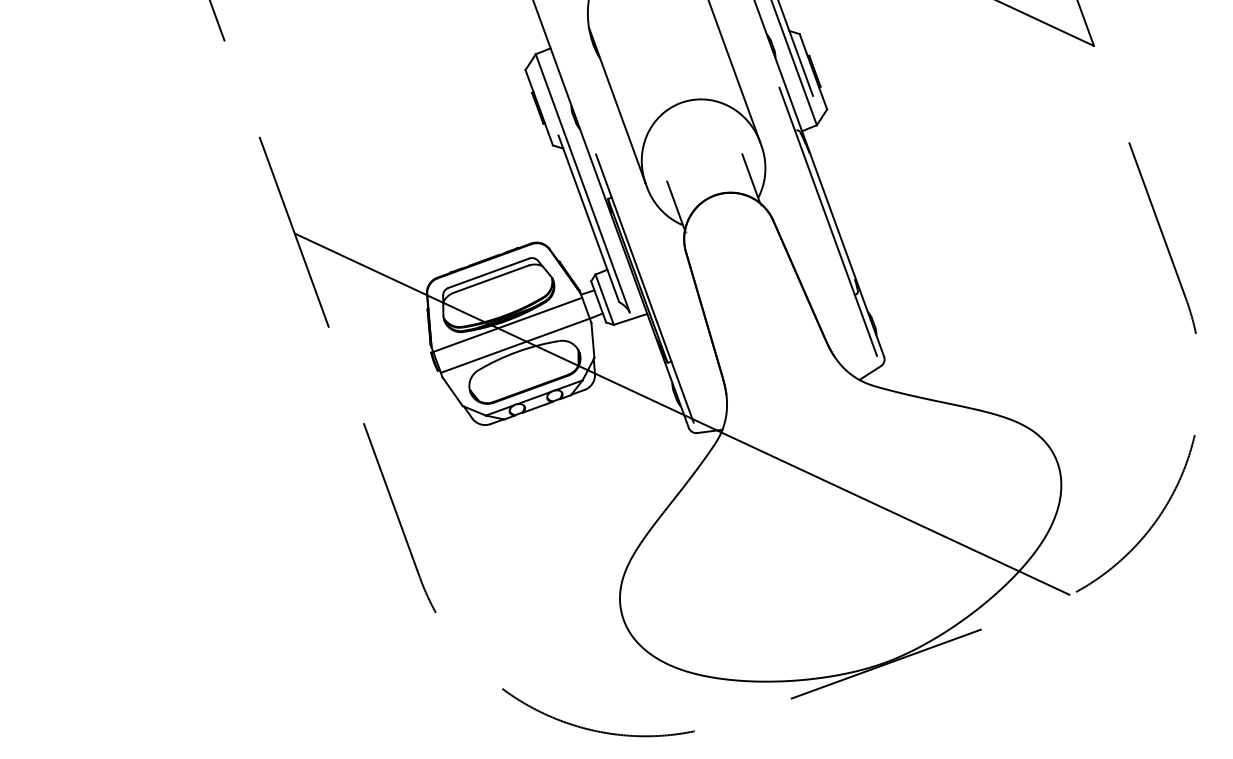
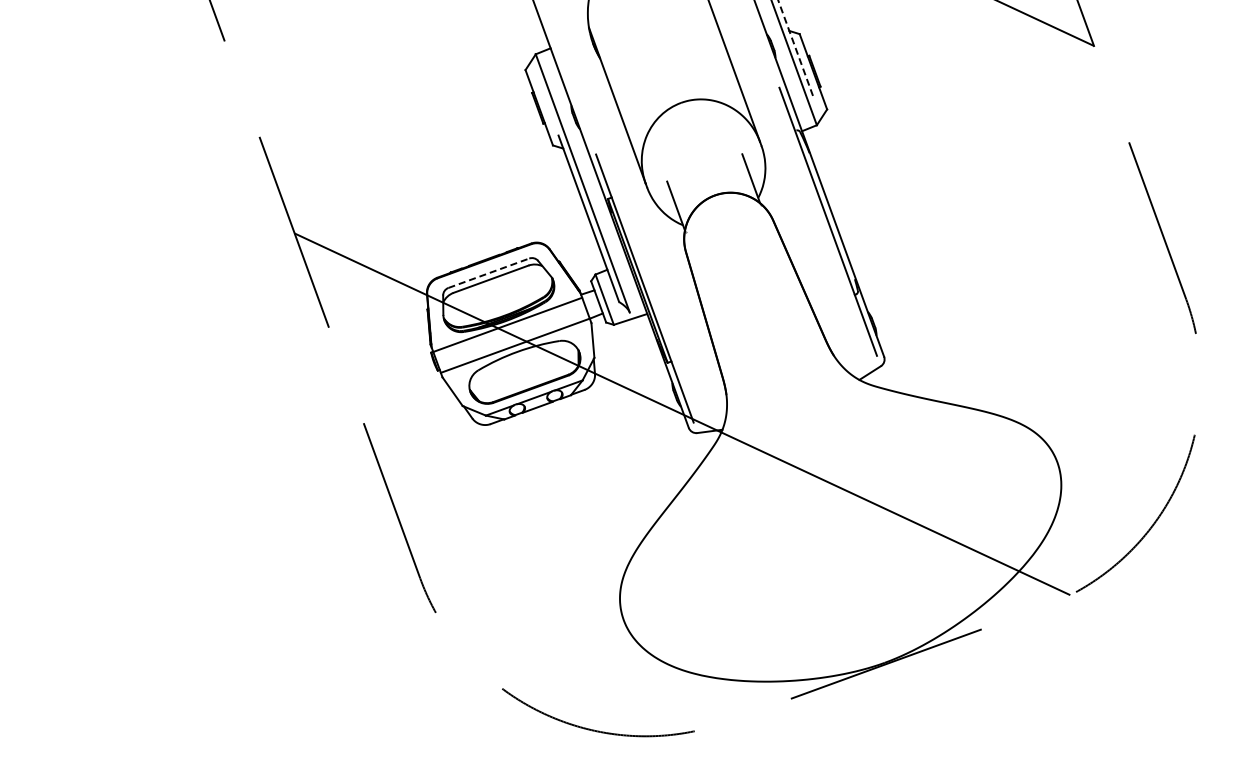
line at (795, 48): solid -> dashed
line at (488, 273): solid -> dashed
